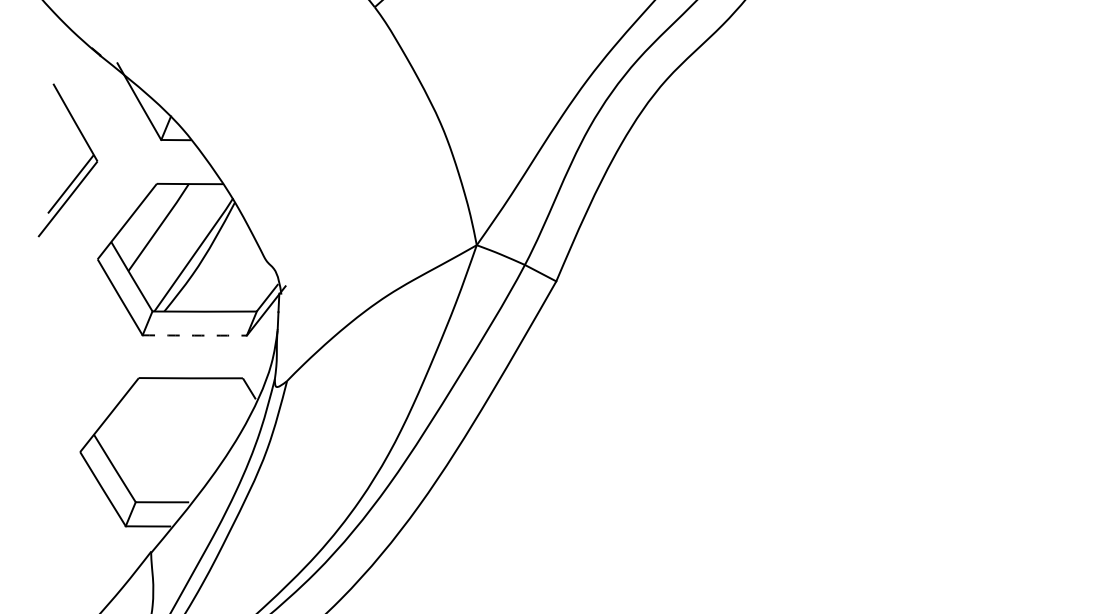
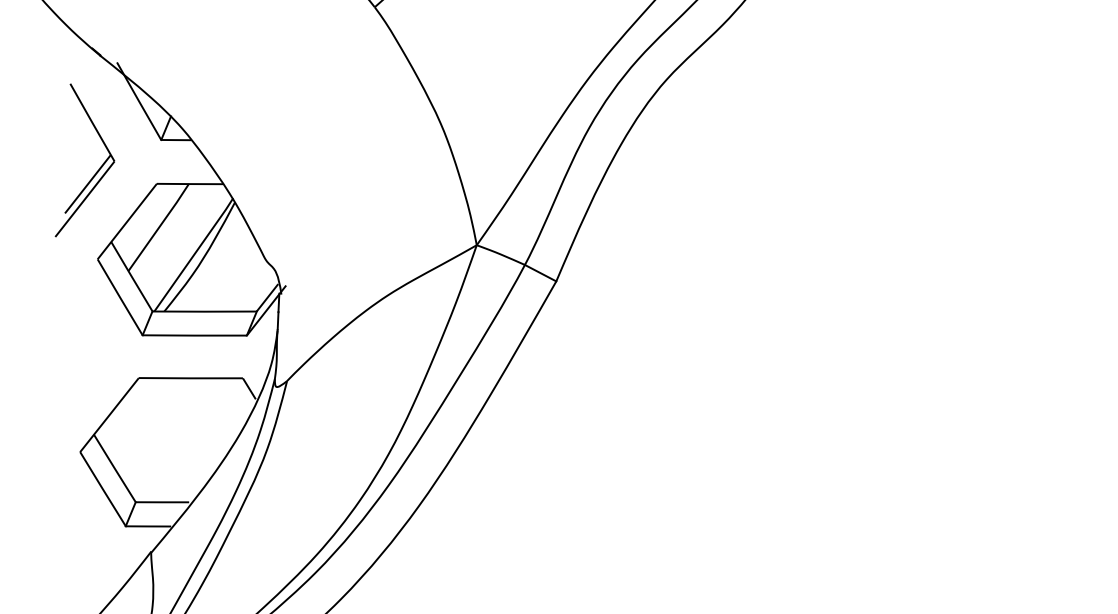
part at (79, 171) position: (79, 171) -> (96, 171)
arc at (194, 335): dashed -> solid
